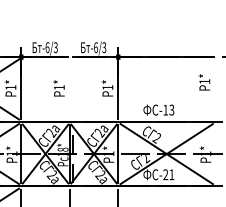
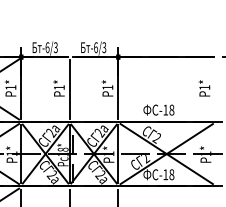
text at (204, 82) position: (204, 82) -> (204, 88)
line at (69, 89): none -> present
text at (171, 110): -13 -> -18
text at (168, 174): -21 -> -18
